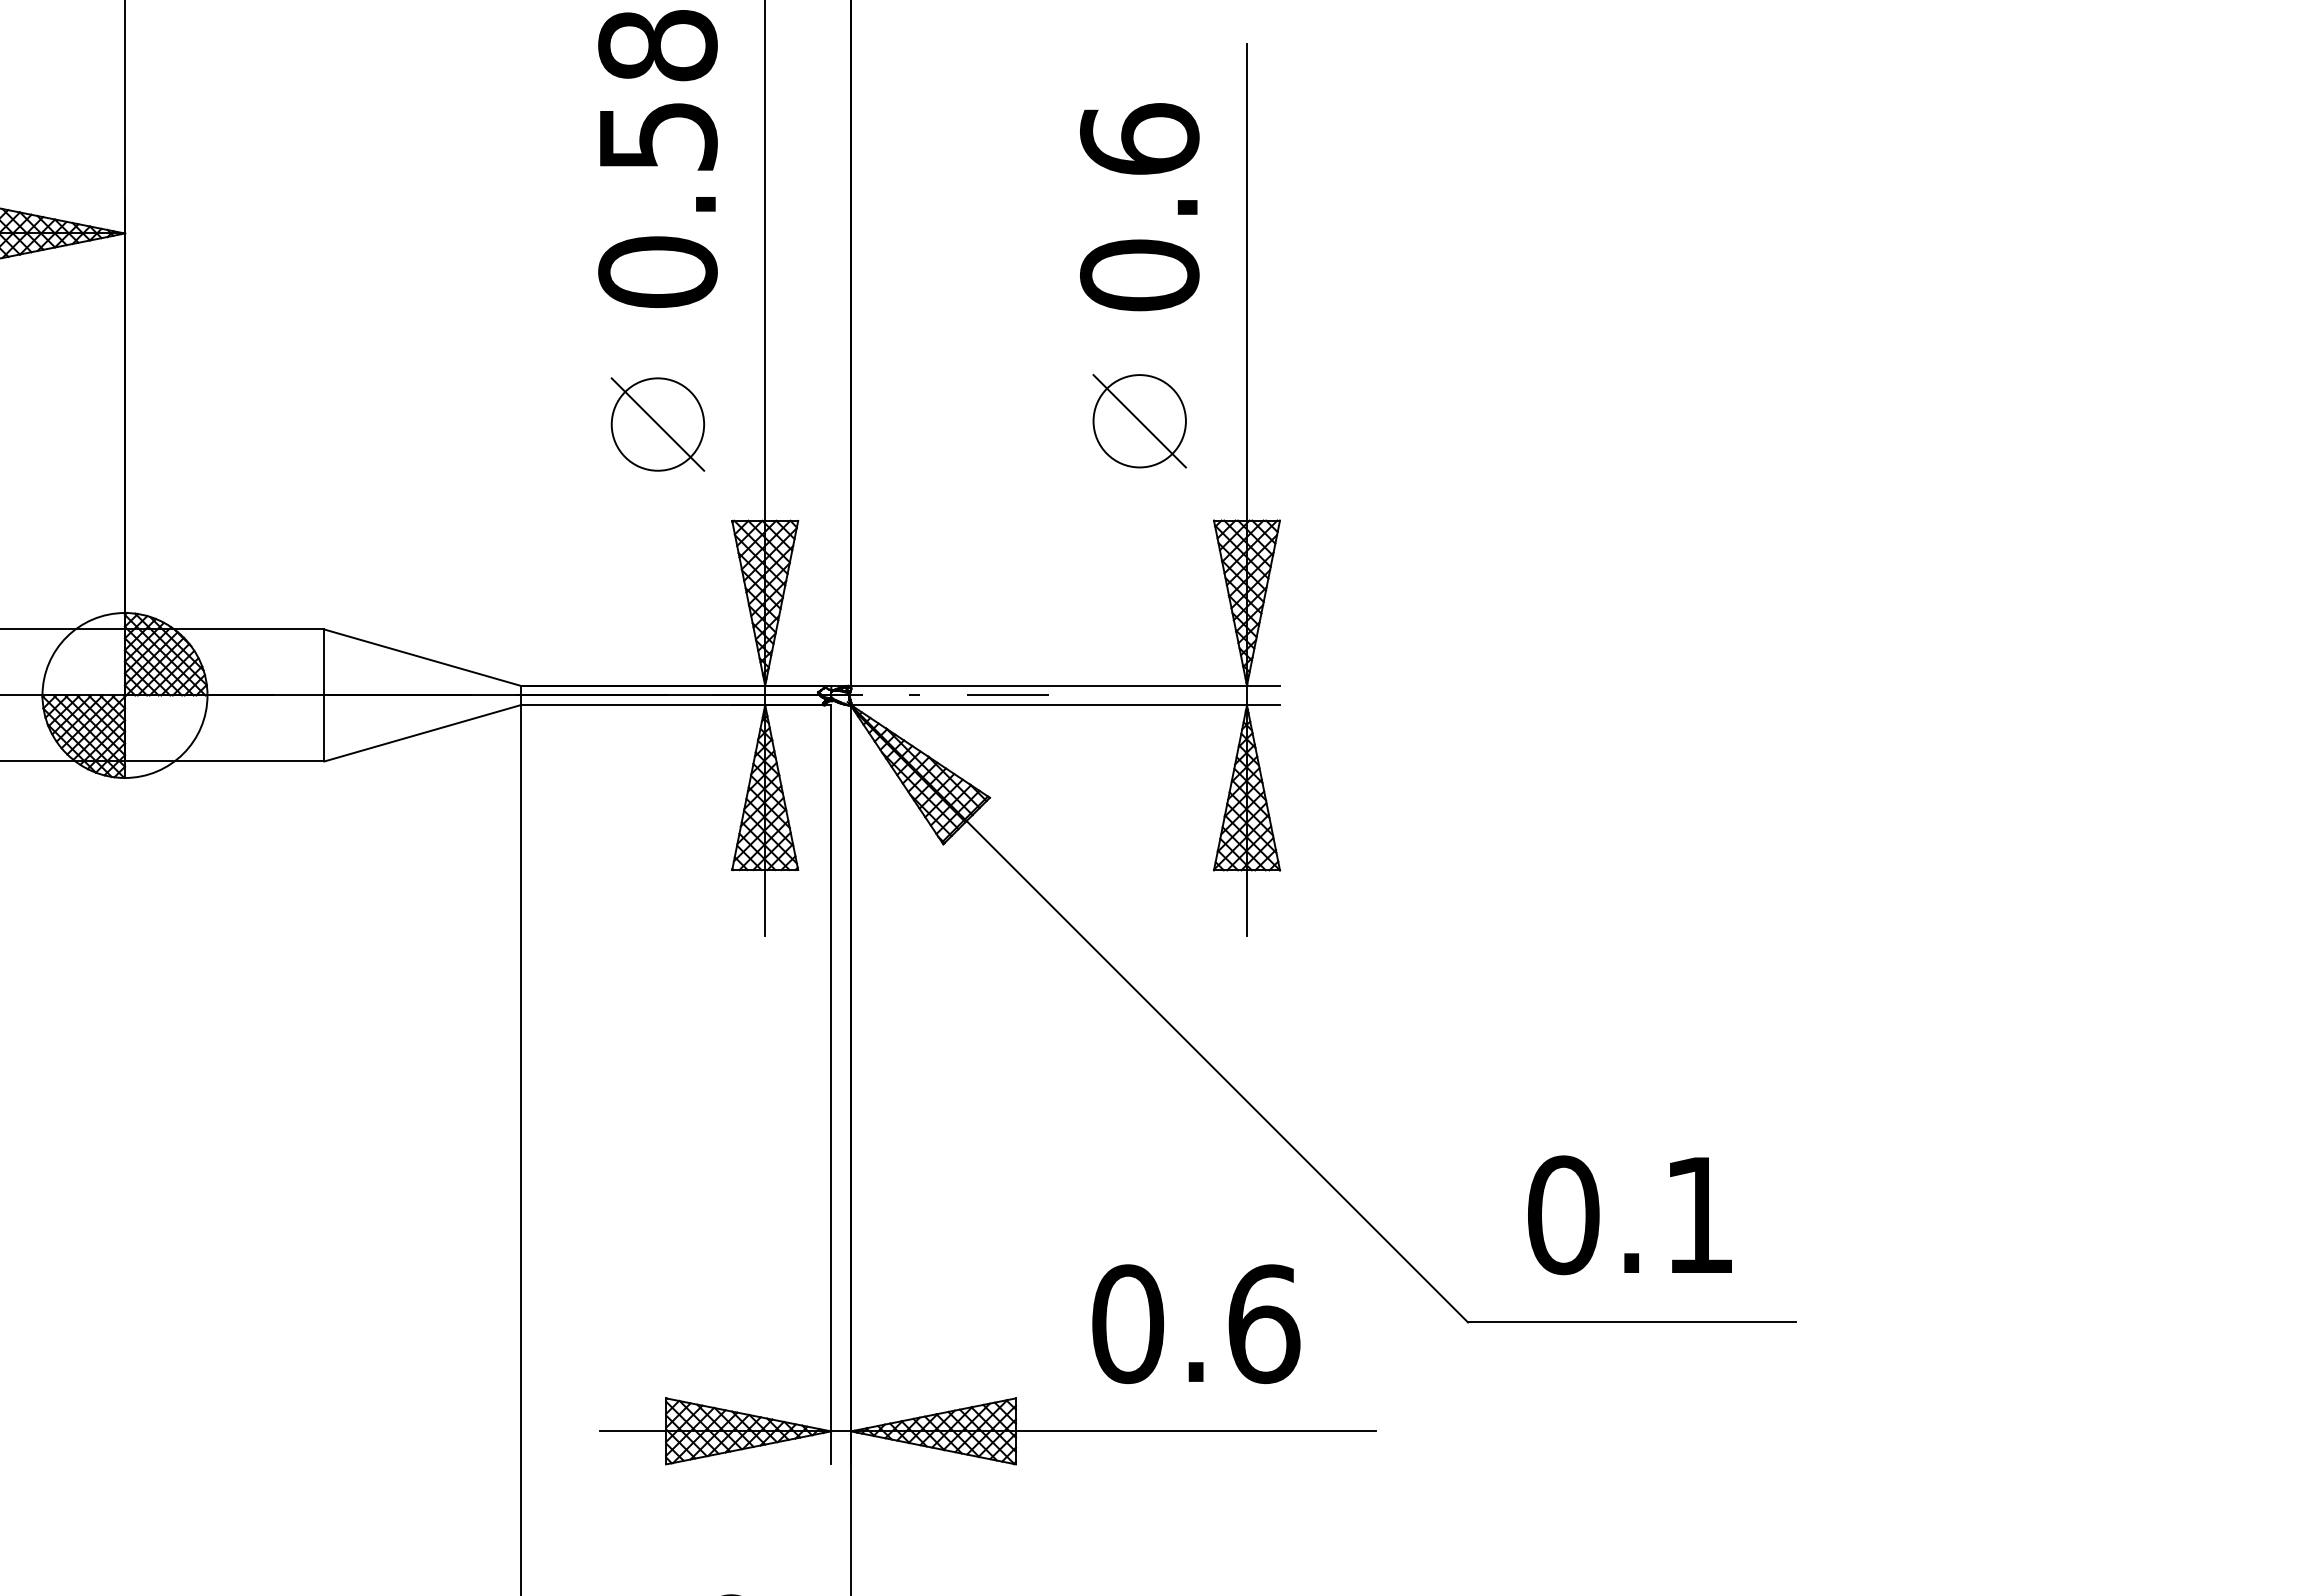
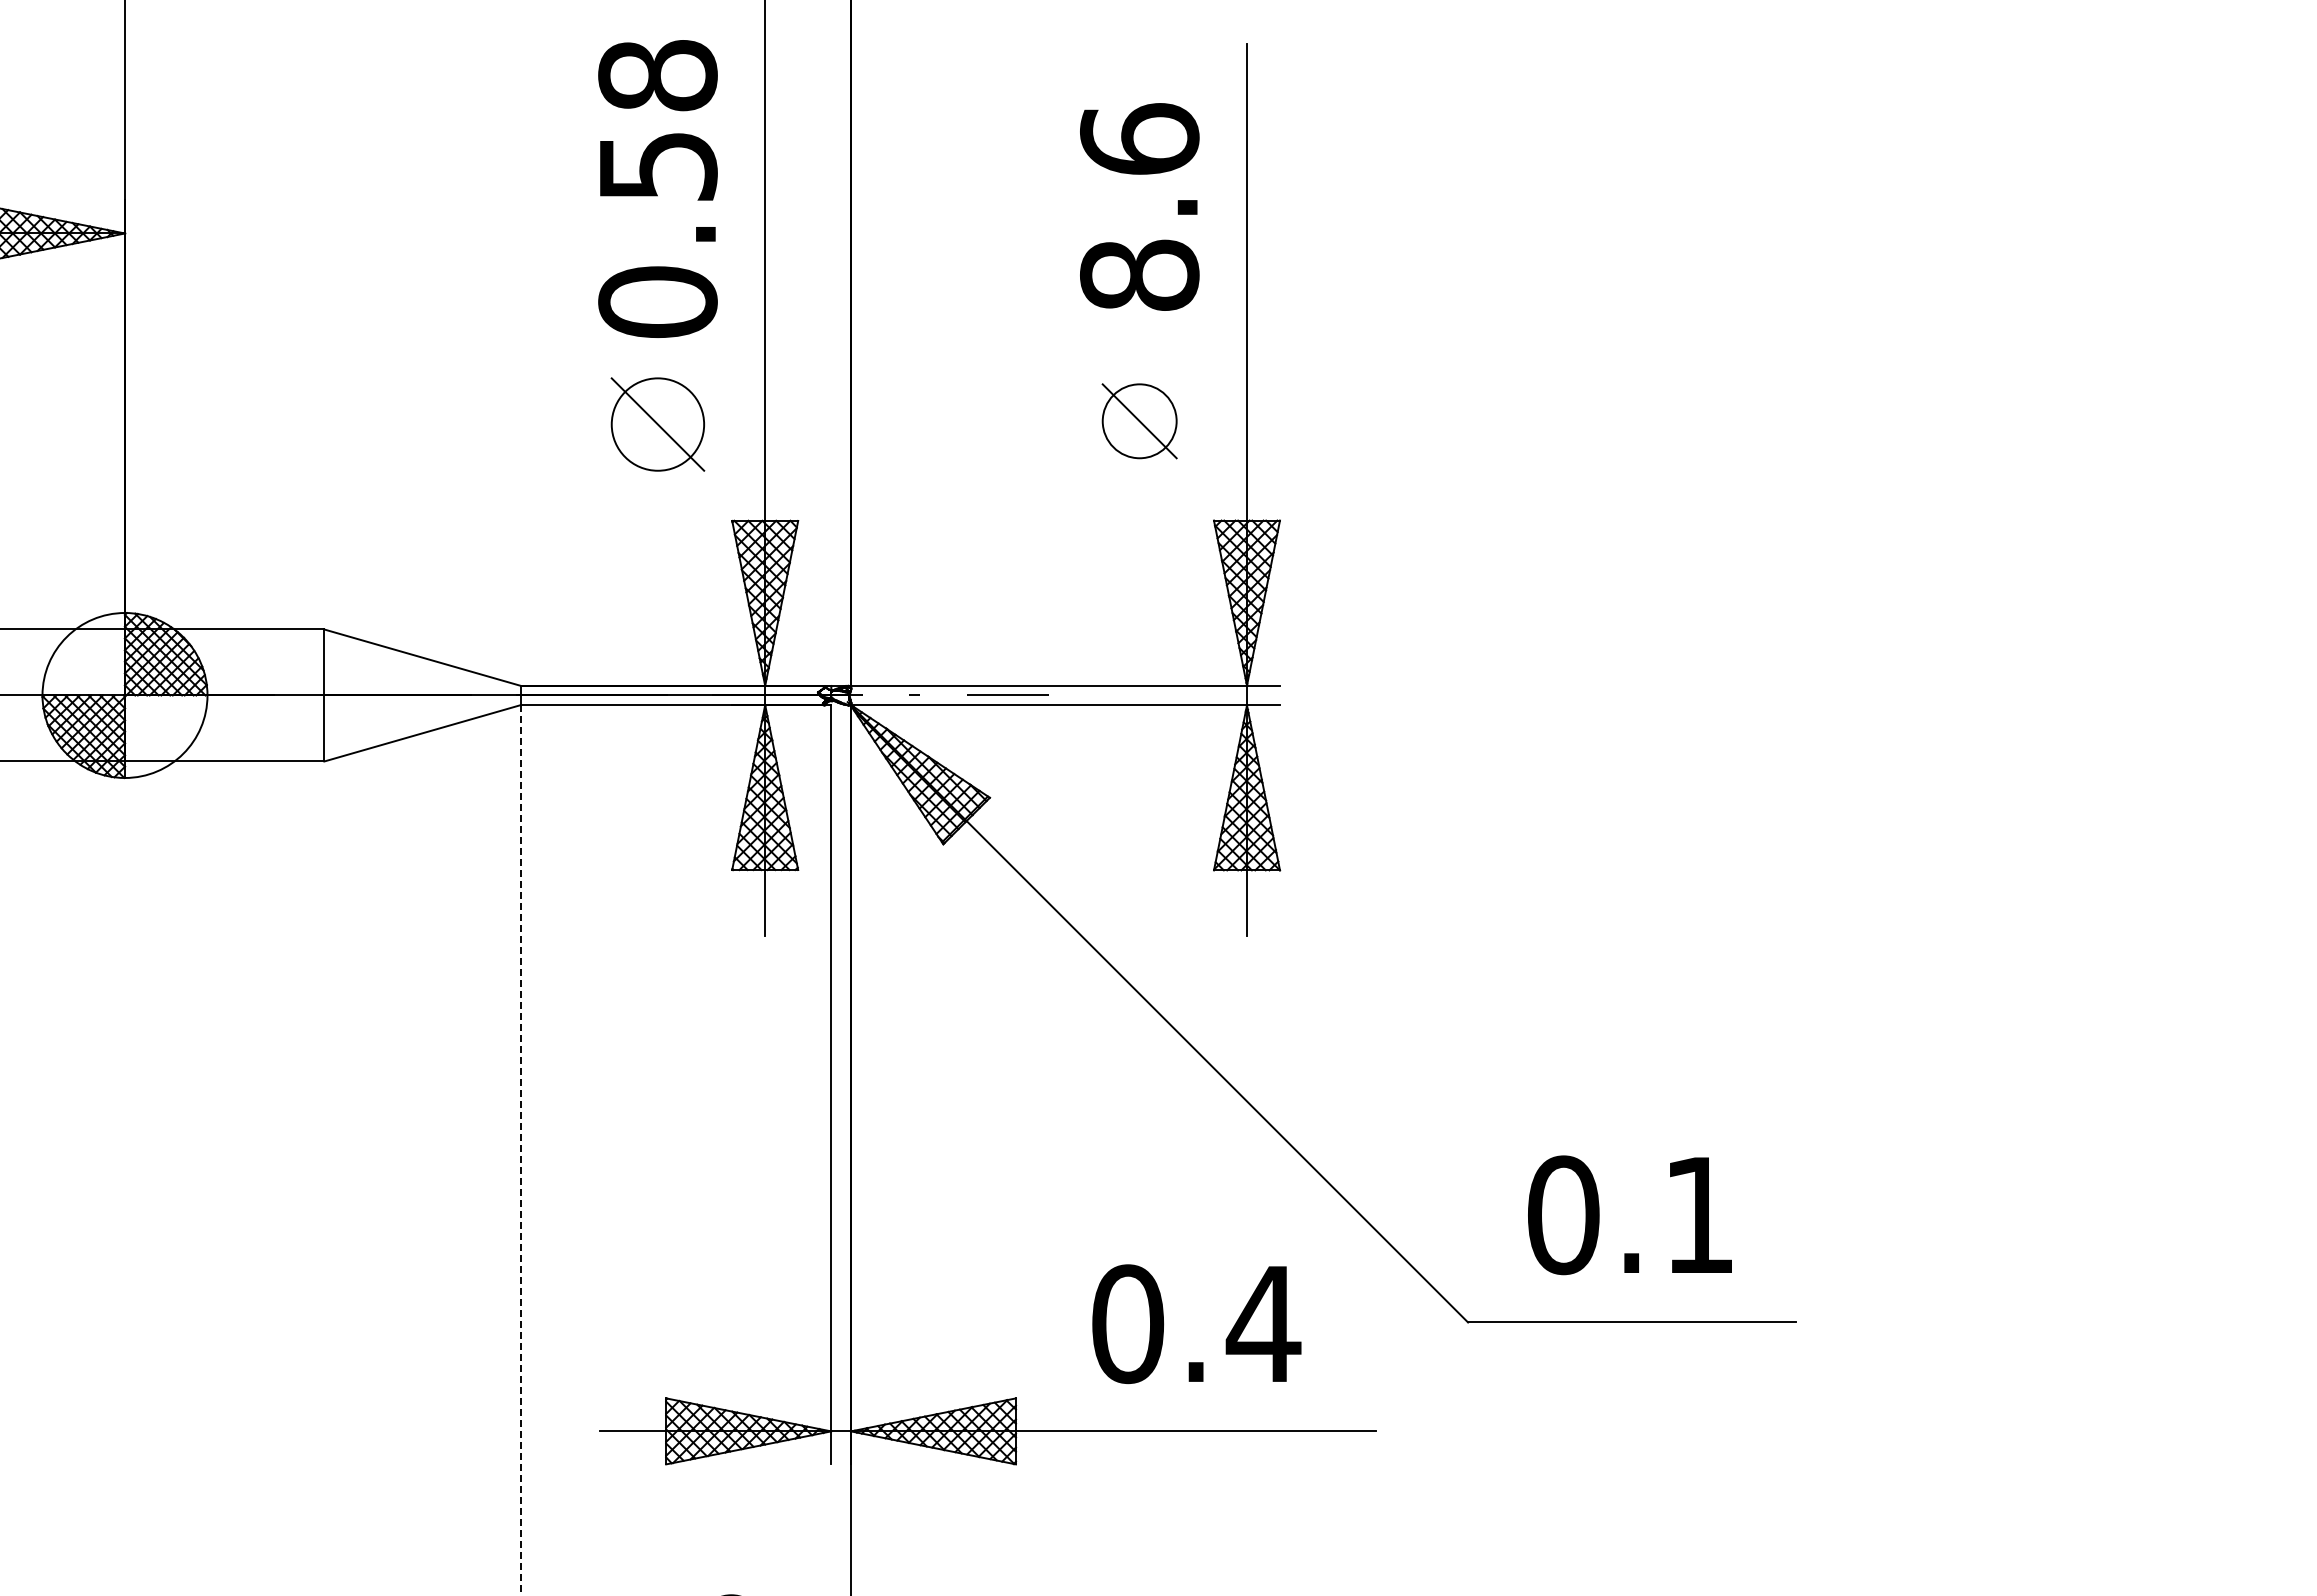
text at (657, 158) position: (657, 158) -> (657, 188)
text at (1139, 275): 0.6 -> 8.6
part at (1139, 421) size: 95x95 px -> 77x77 px
line at (521, 1150): solid -> dashed
text at (1263, 1324): 0.6 -> 0.4
